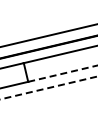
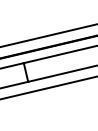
line at (63, 73): dashed -> solid
line at (48, 88): dashed -> solid
